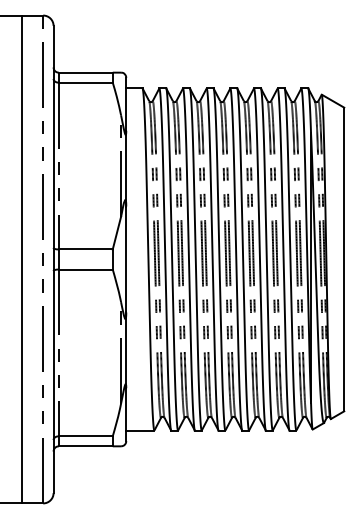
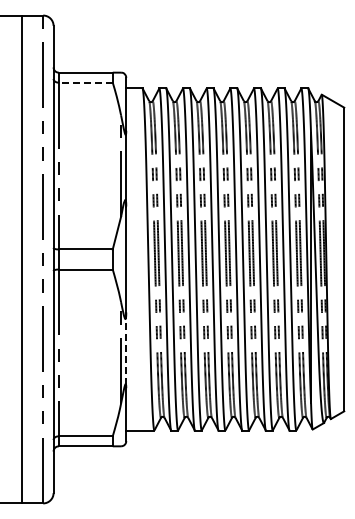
line at (85, 82): solid -> dashed
line at (126, 350): solid -> dashed
